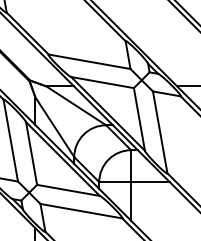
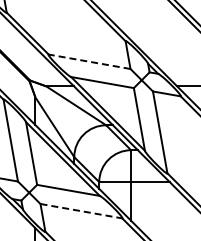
line at (89, 61): solid -> dashed
line at (81, 211): solid -> dashed
